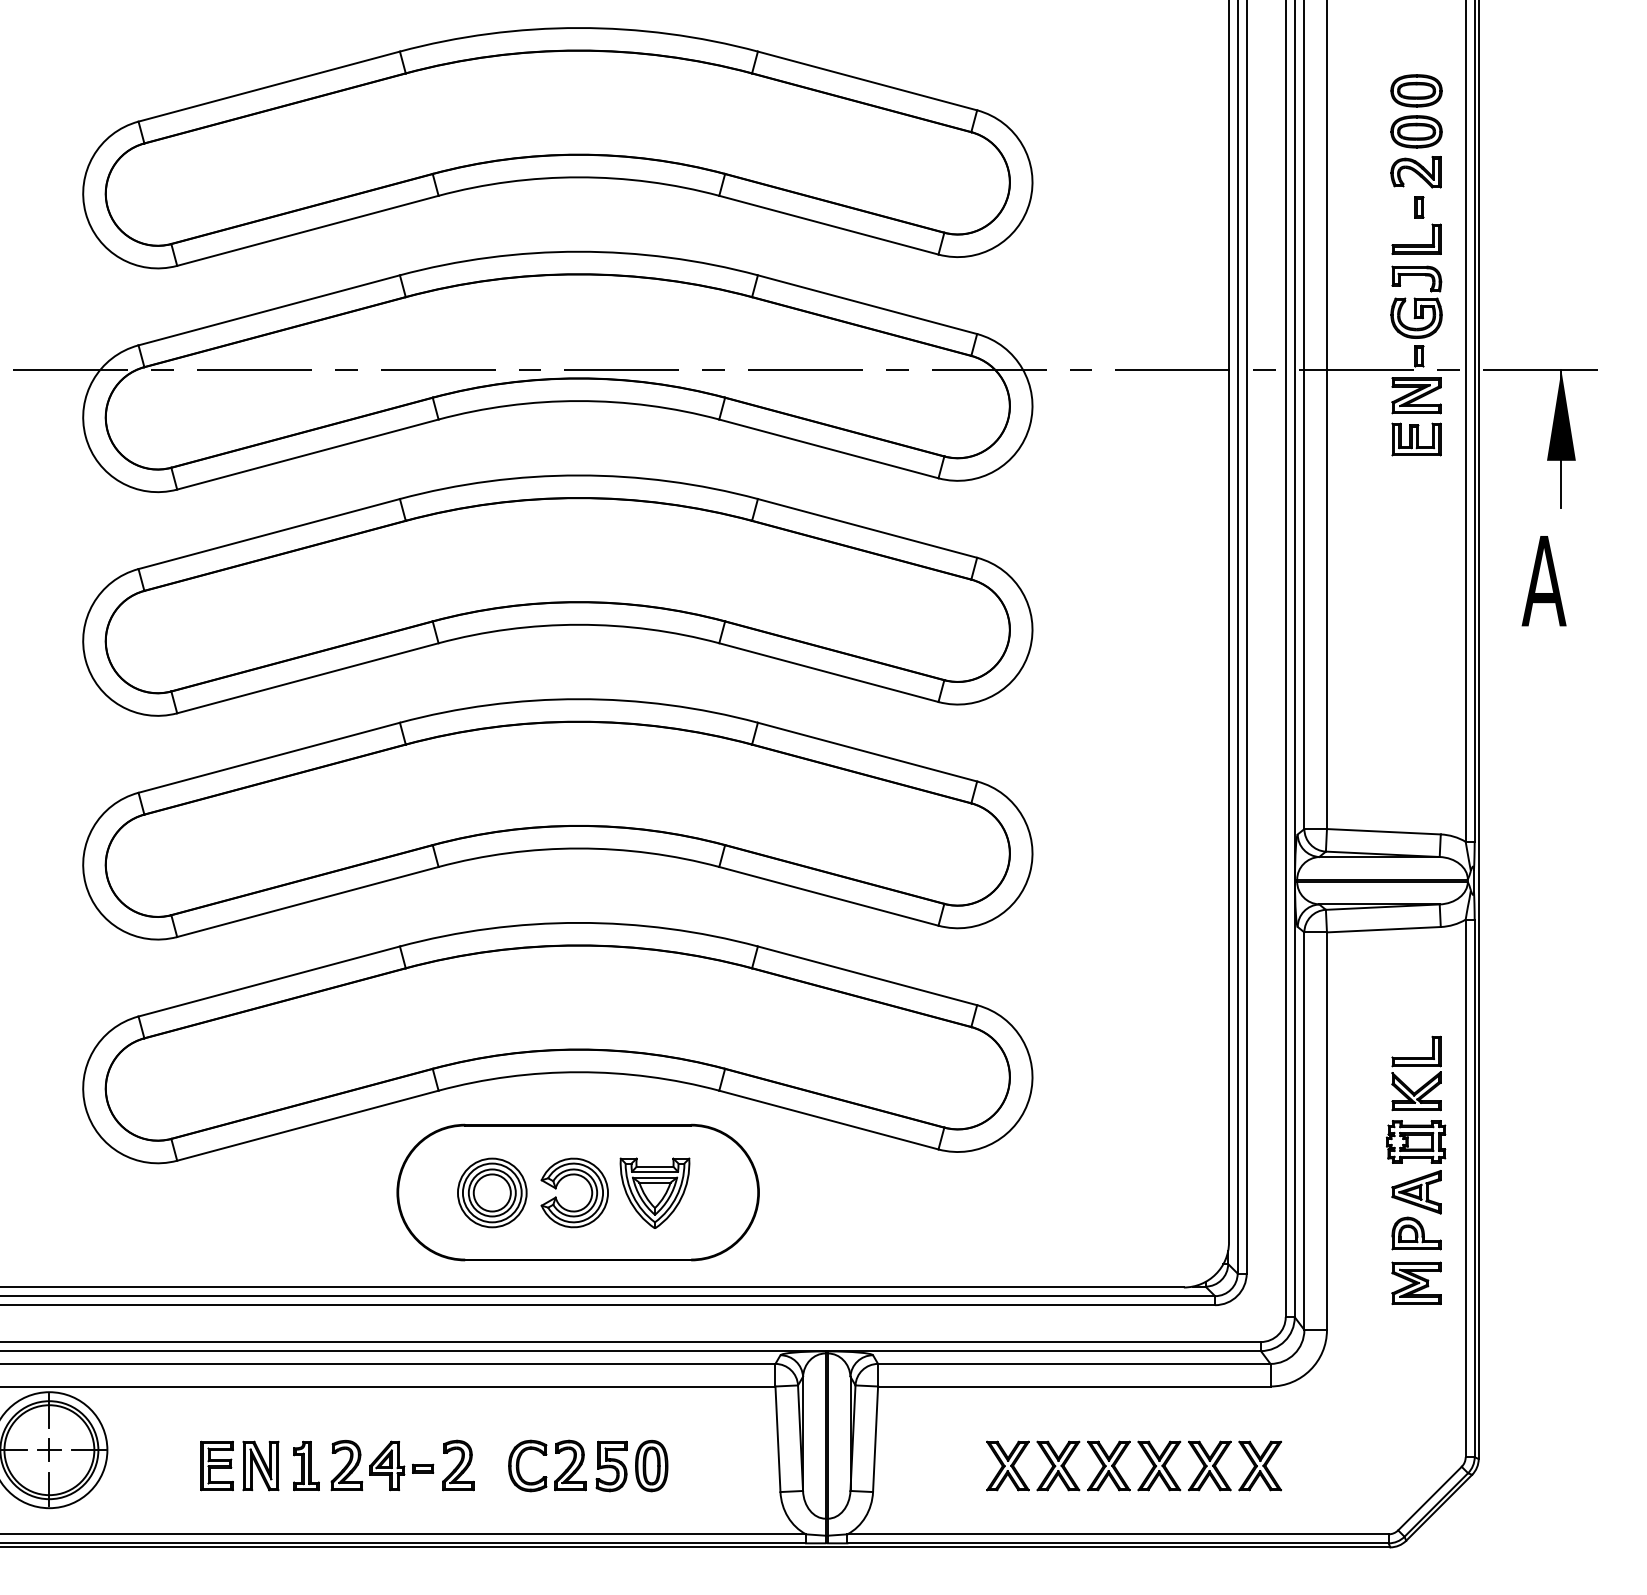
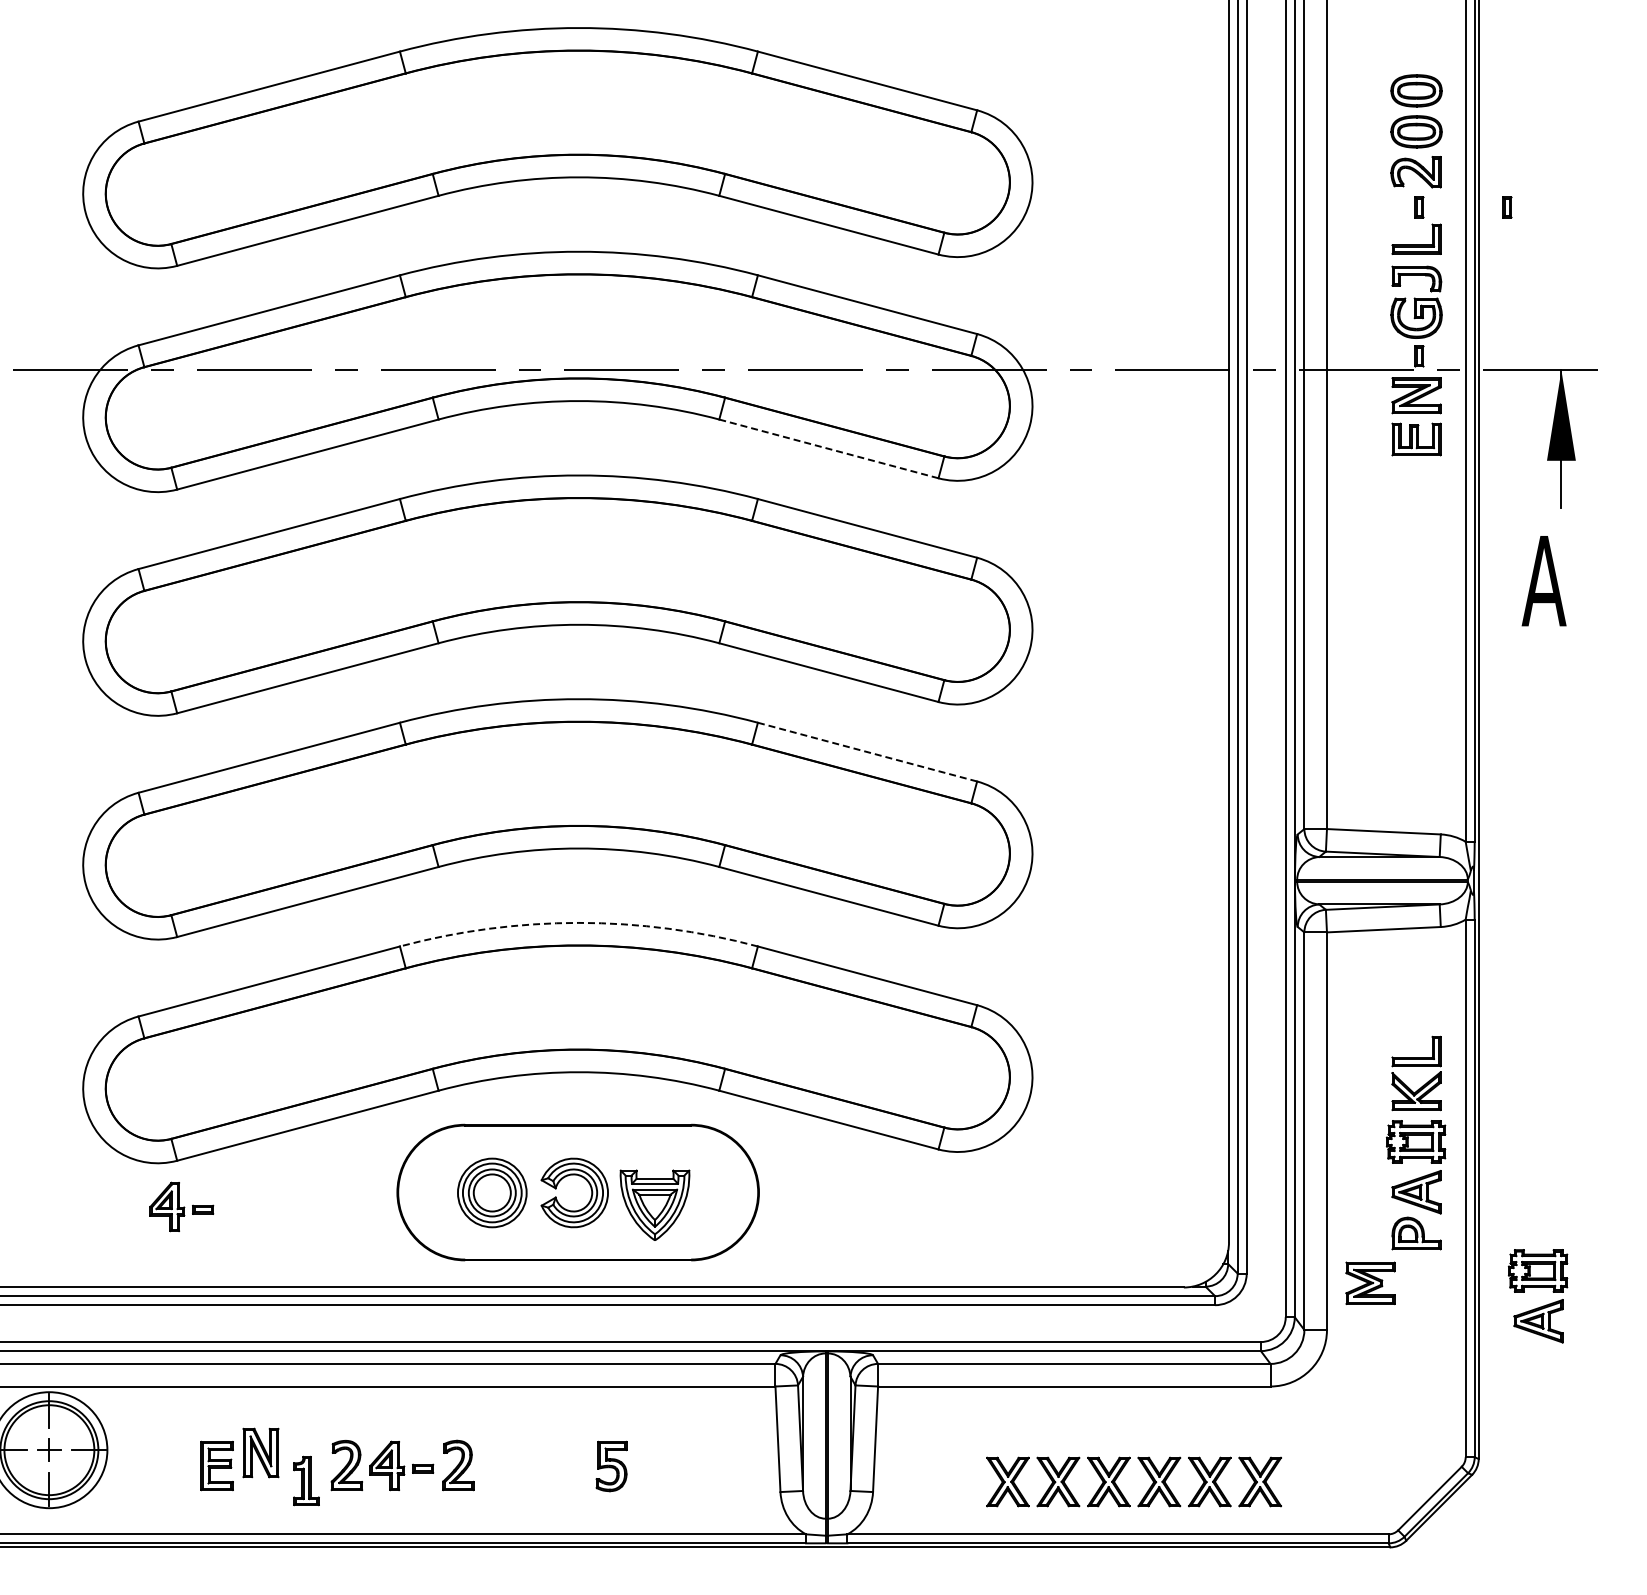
part at (1507, 207): none -> present
line at (828, 448): solid -> dashed
line at (868, 752): solid -> dashed
arc at (578, 922): solid -> dashed
part at (654, 1192) position: (654, 1192) -> (654, 1204)
part at (181, 1206): none -> present
part at (1416, 1282) position: (1416, 1282) -> (1370, 1282)
part at (1538, 1287): none -> present
part at (546, 1455): present -> none
part at (1121, 1456) position: (1121, 1456) -> (1121, 1472)
part at (260, 1465) position: (260, 1465) -> (260, 1452)
part at (306, 1465) position: (306, 1465) -> (306, 1480)
part at (651, 1466): present -> none
